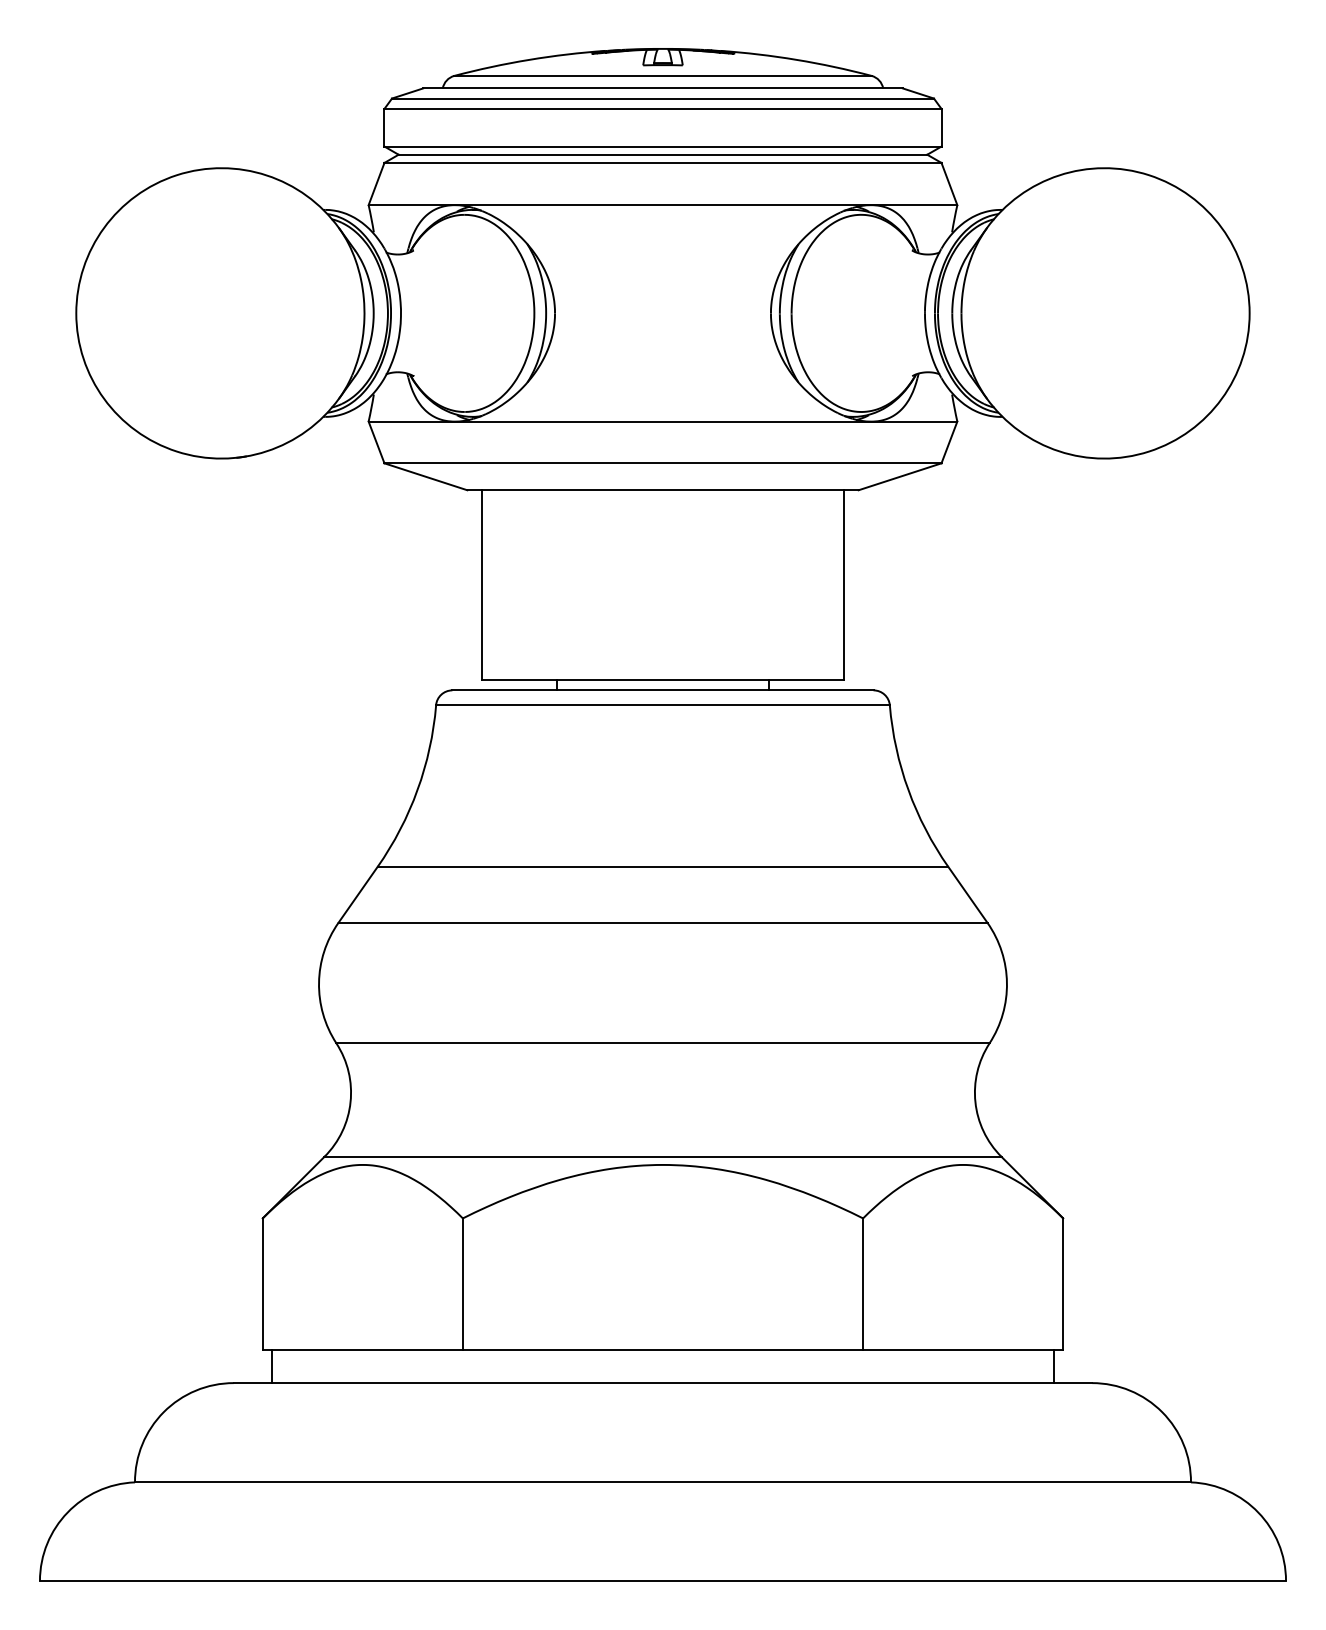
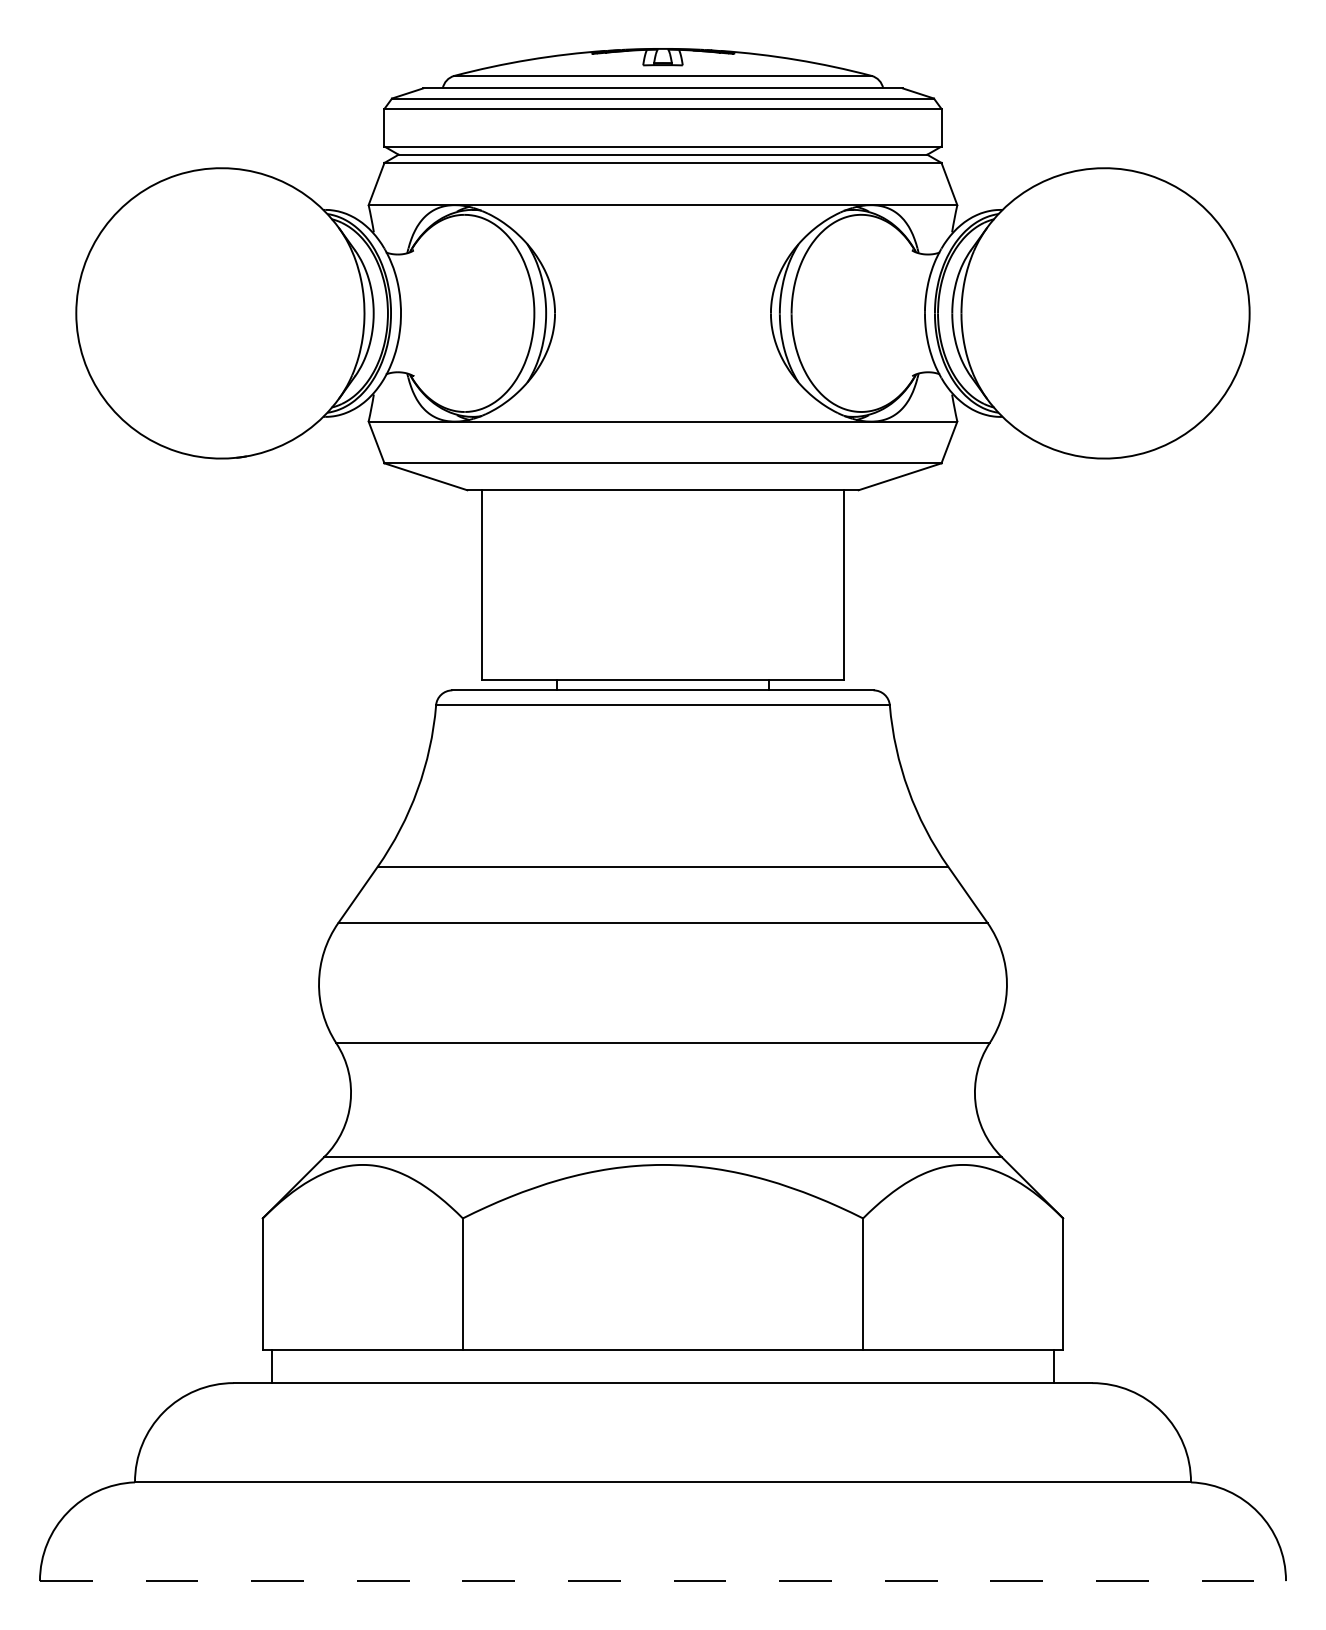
line at (663, 1581): solid -> dashed
